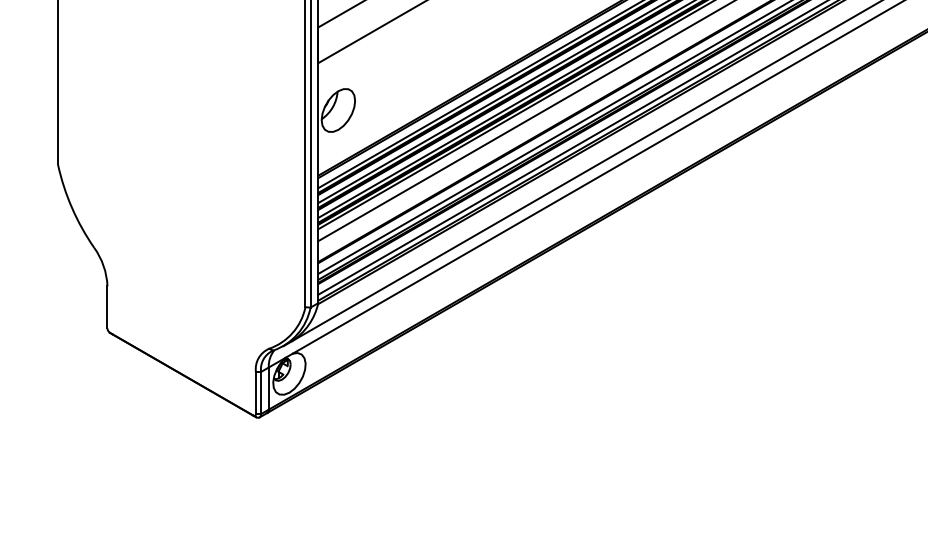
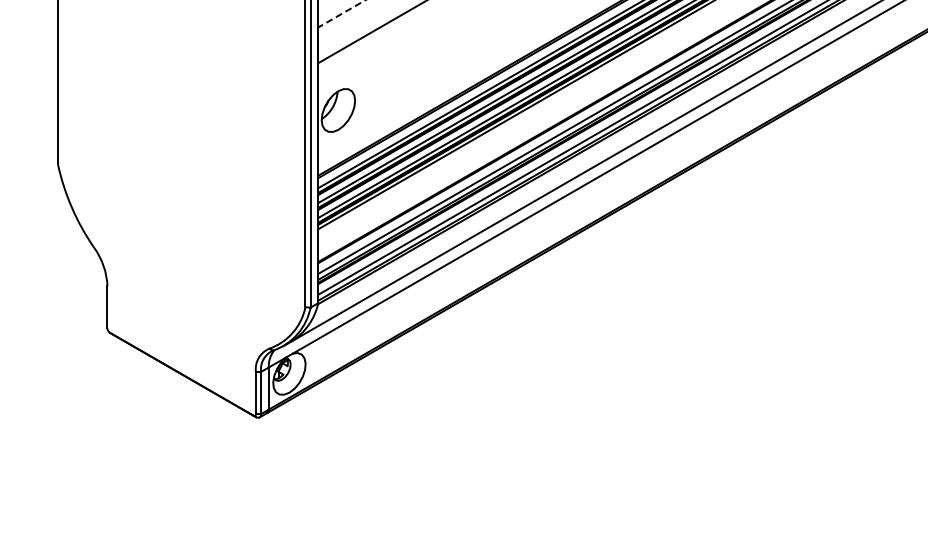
line at (341, 13): solid -> dashed
line at (525, 121): present -> none
